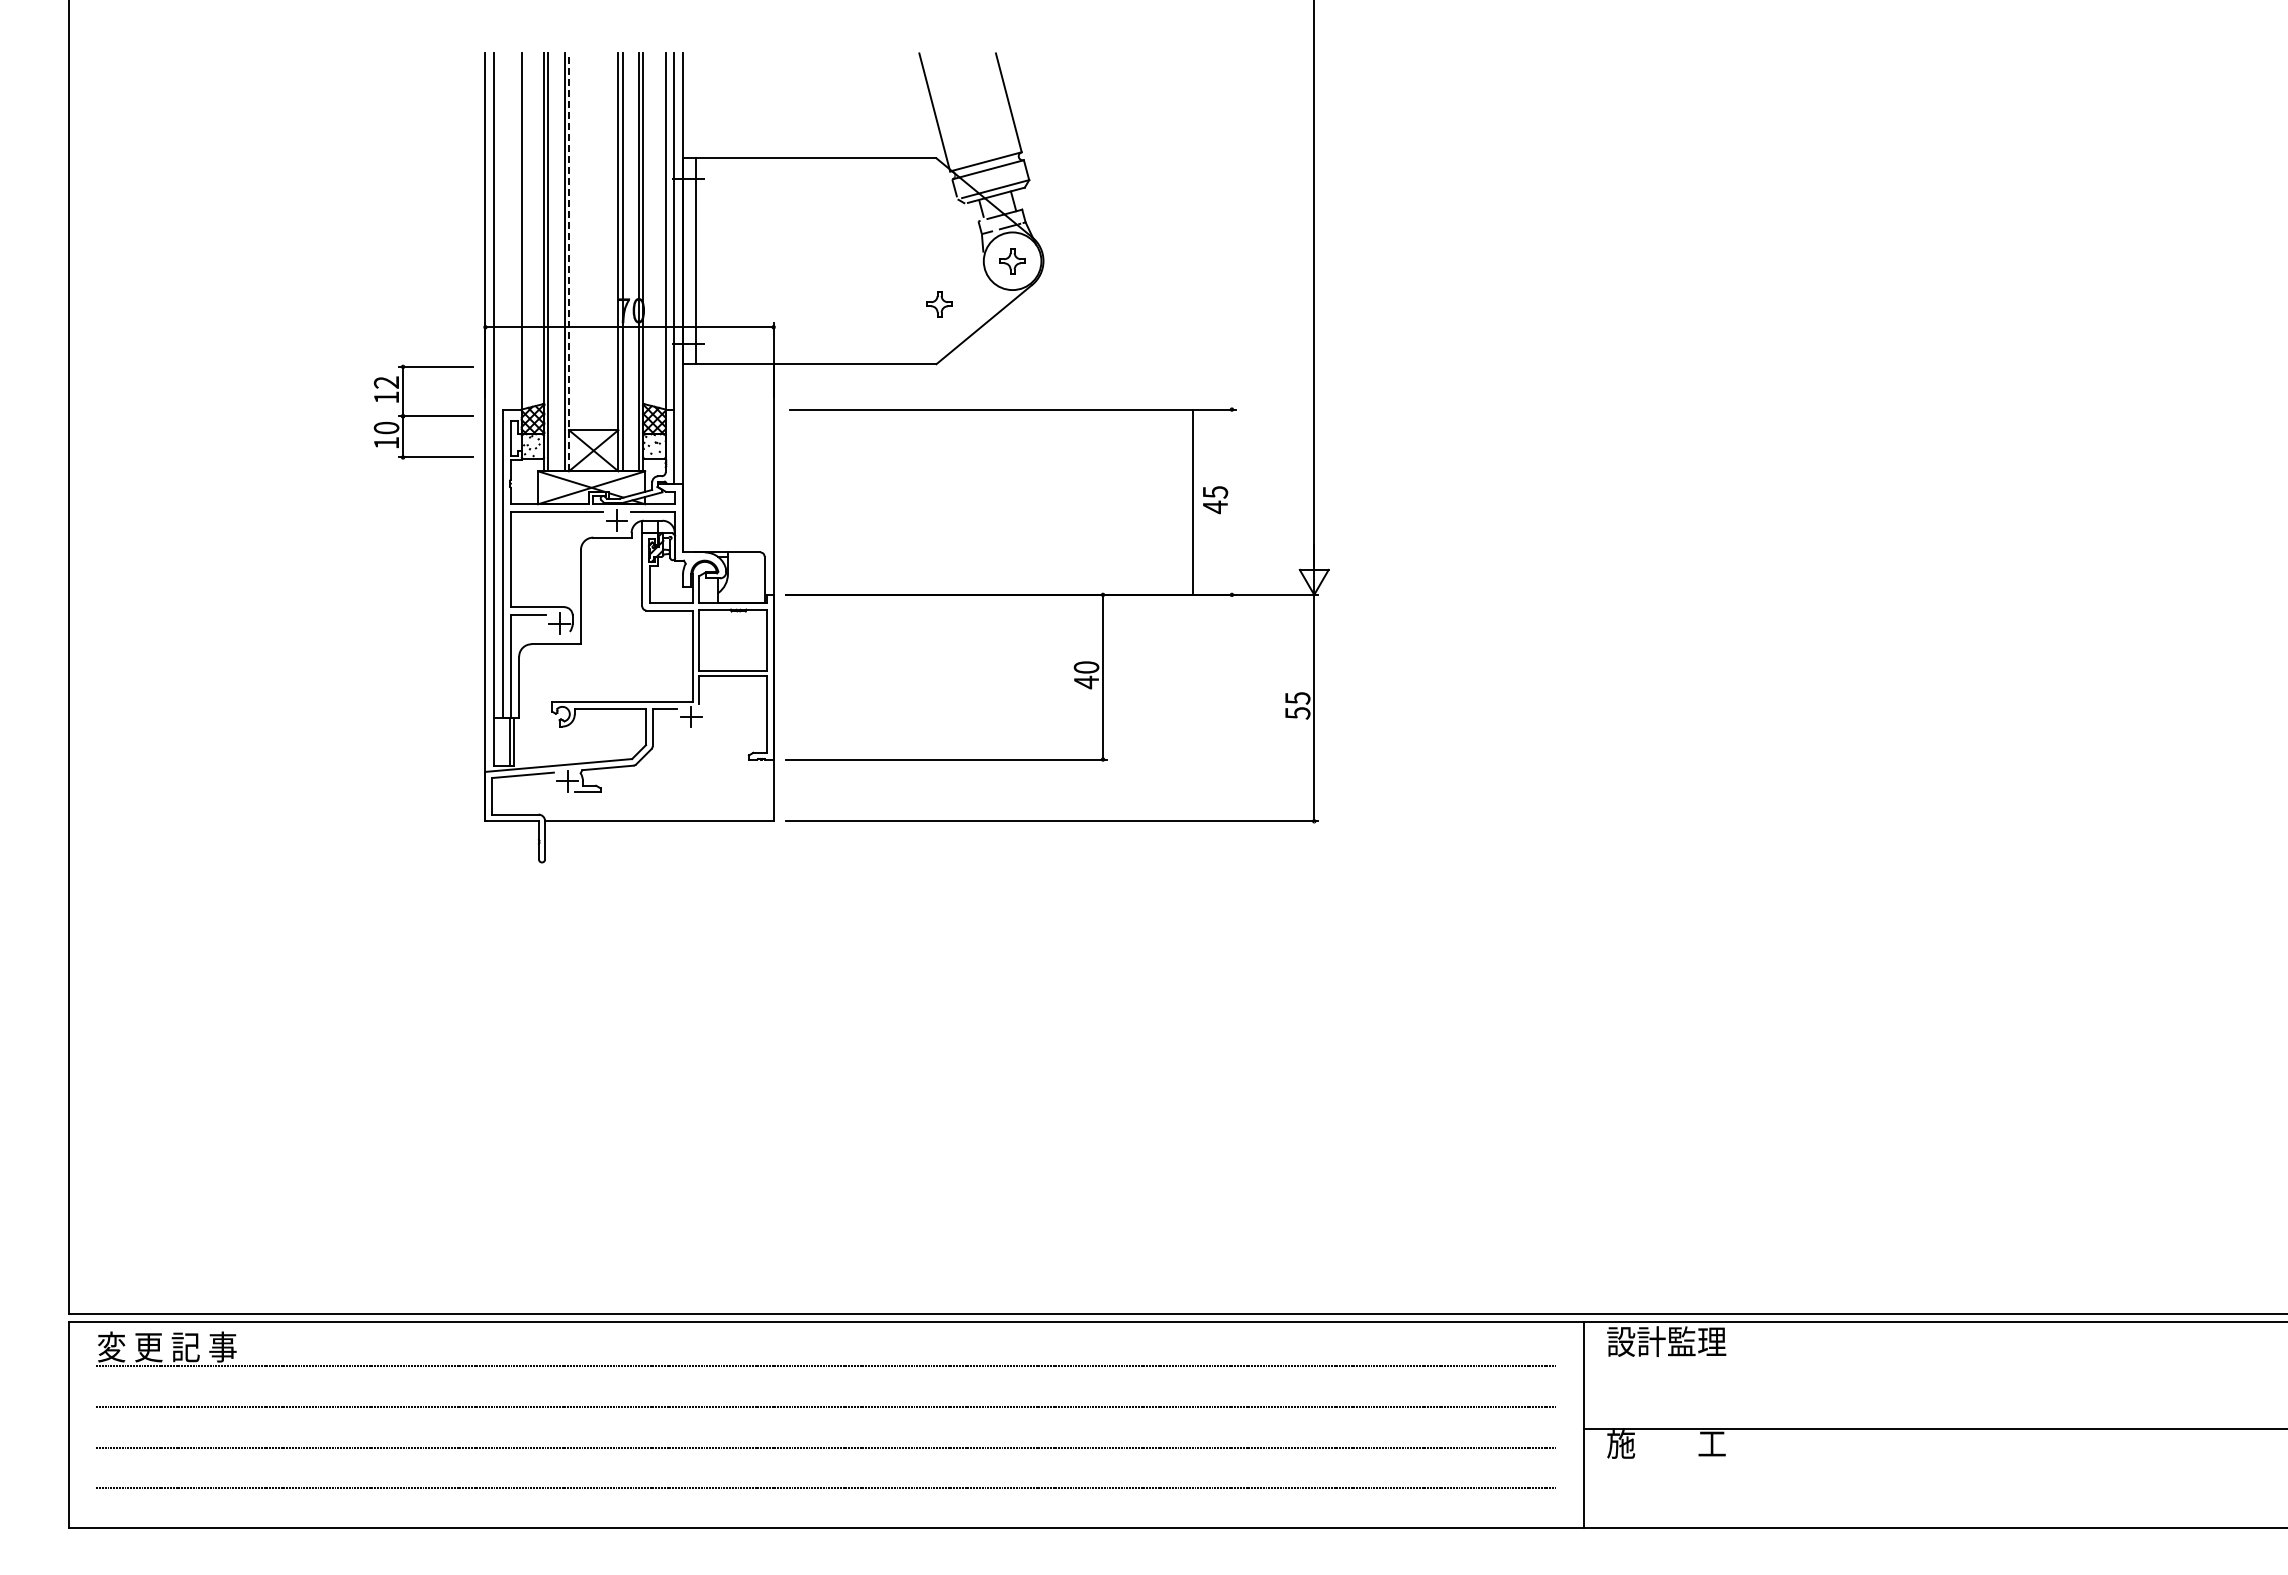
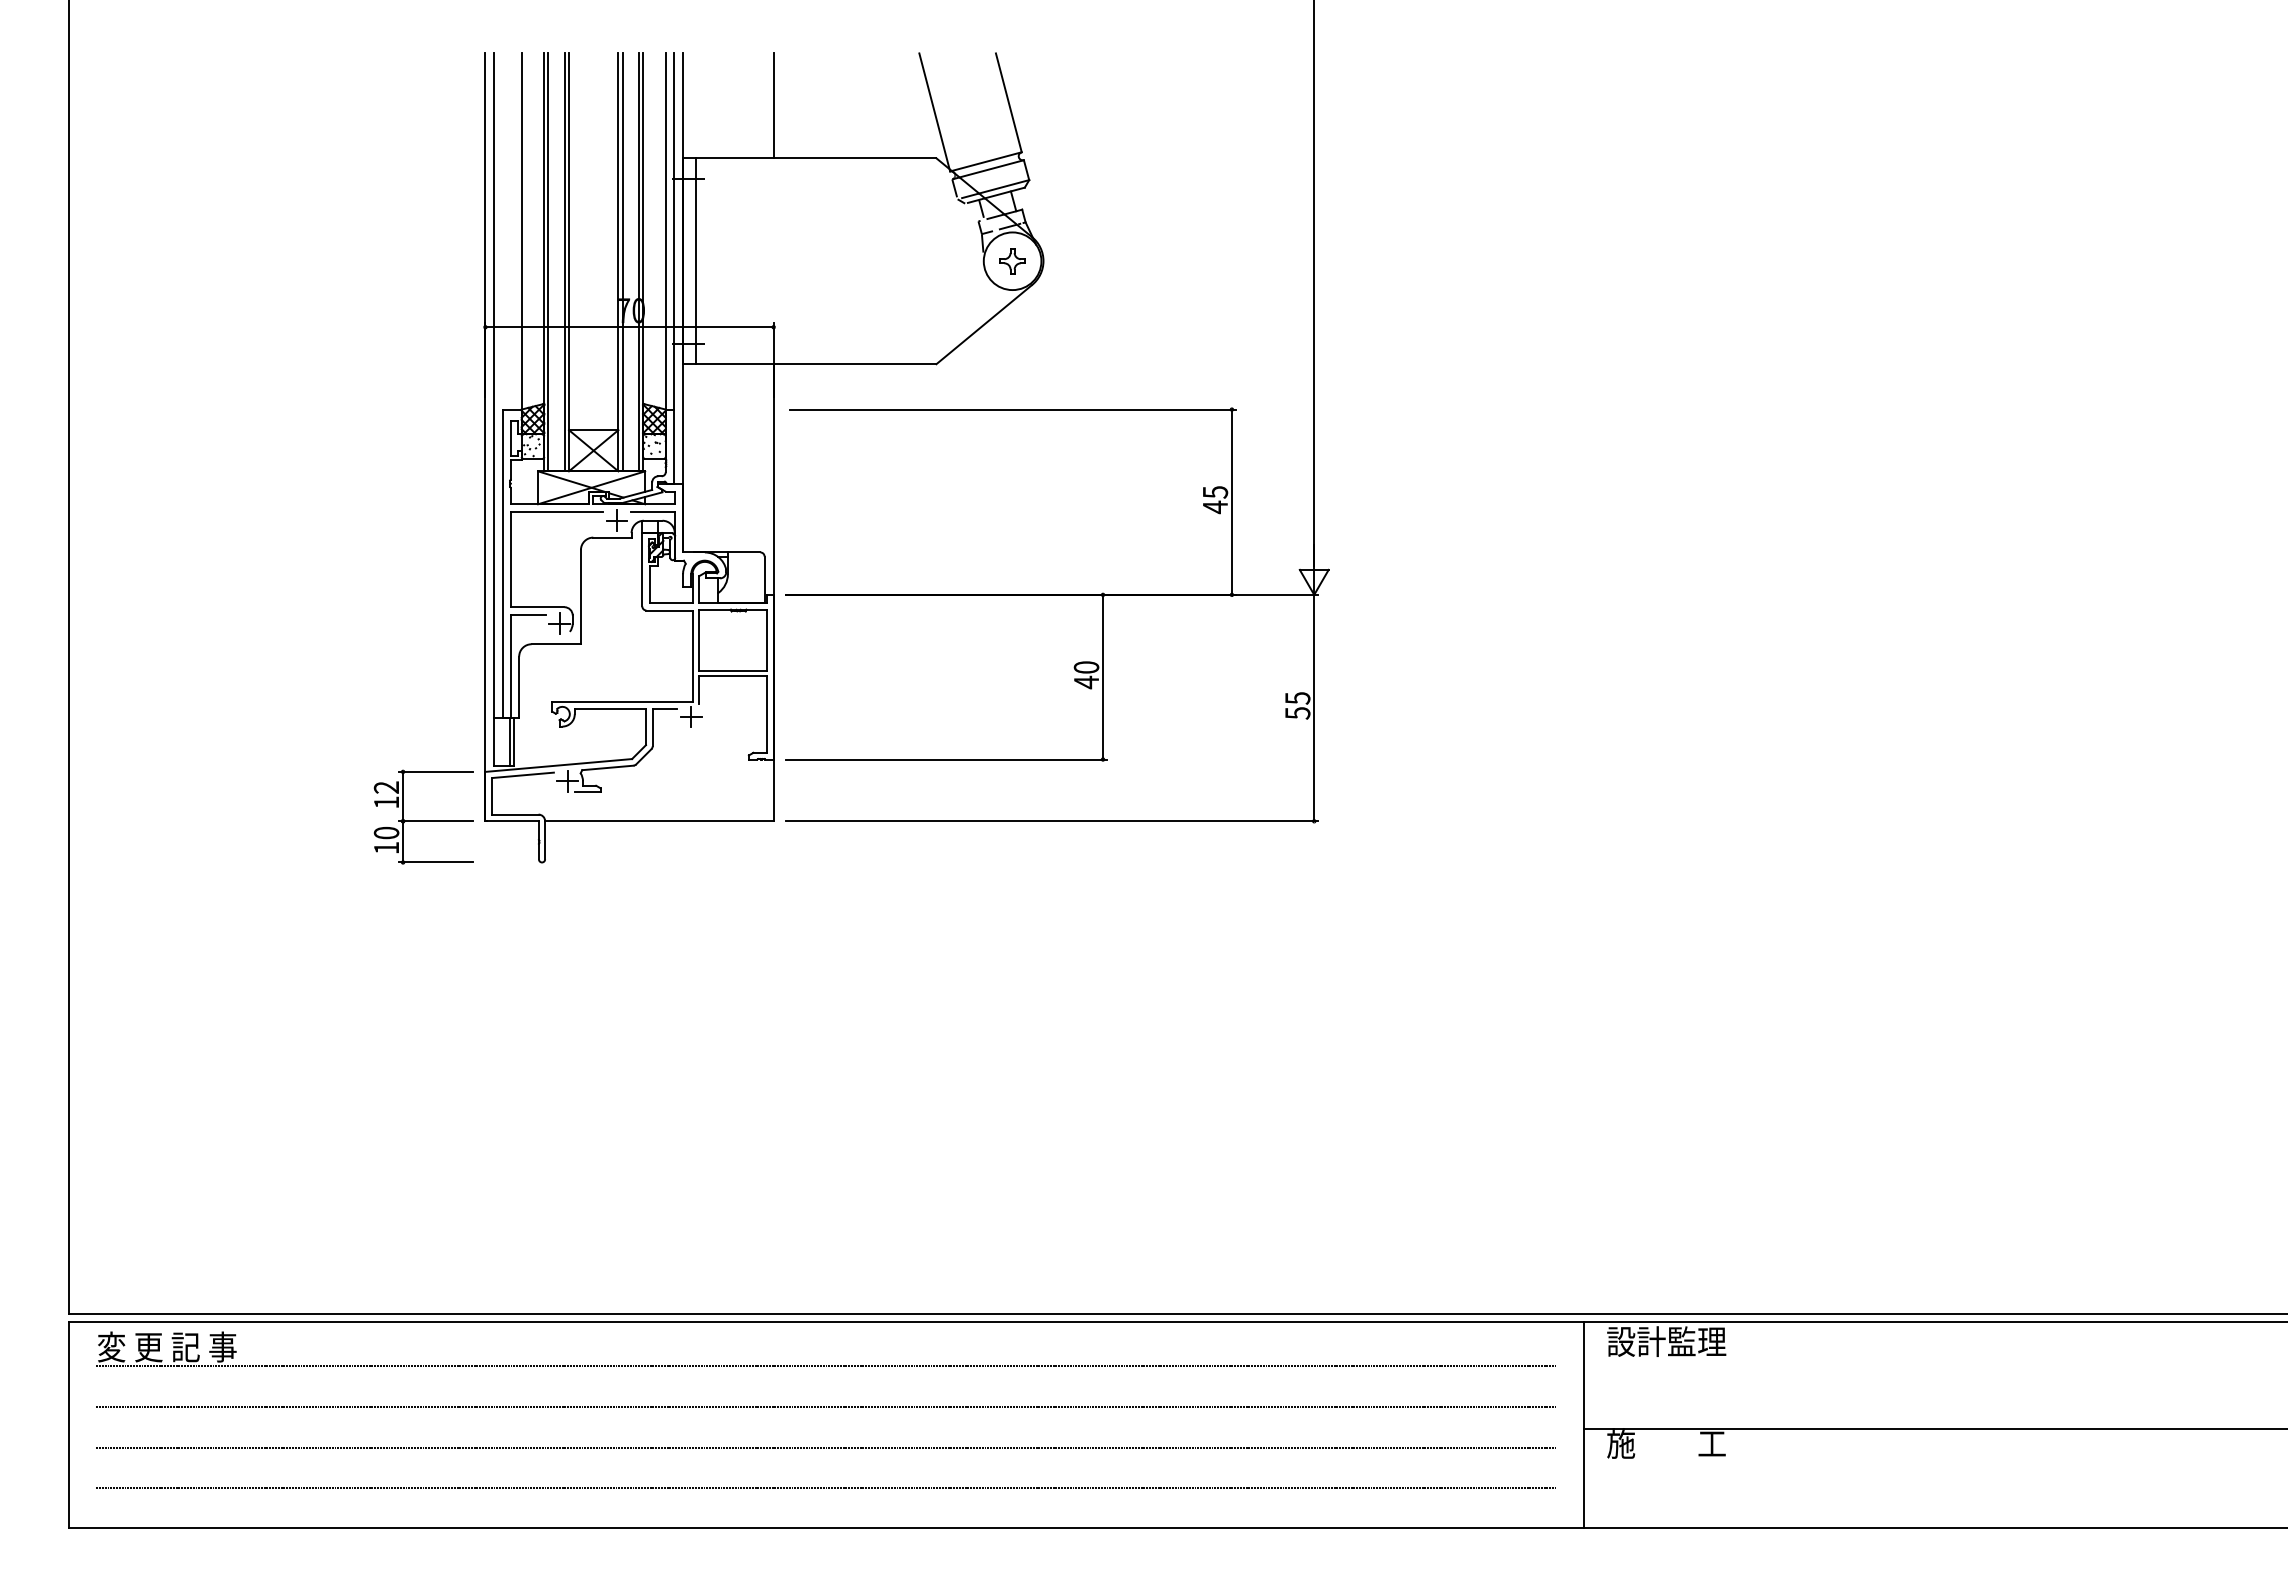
line at (773, 105): none -> present
line at (569, 262): dashed -> solid
part at (939, 304): present -> none
part at (423, 411) position: (423, 411) -> (423, 816)
line at (1192, 501) position: (1192, 501) -> (1231, 501)
